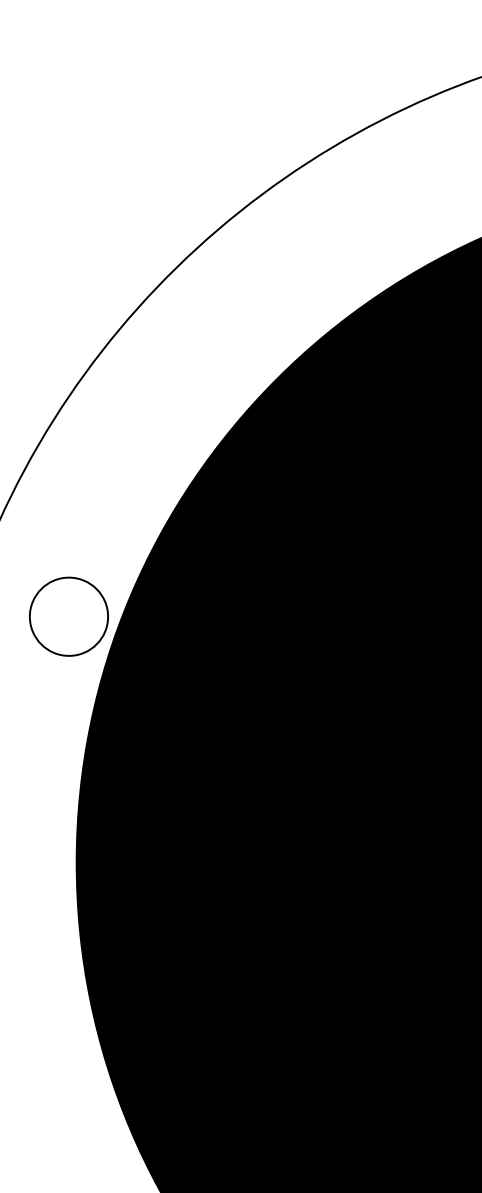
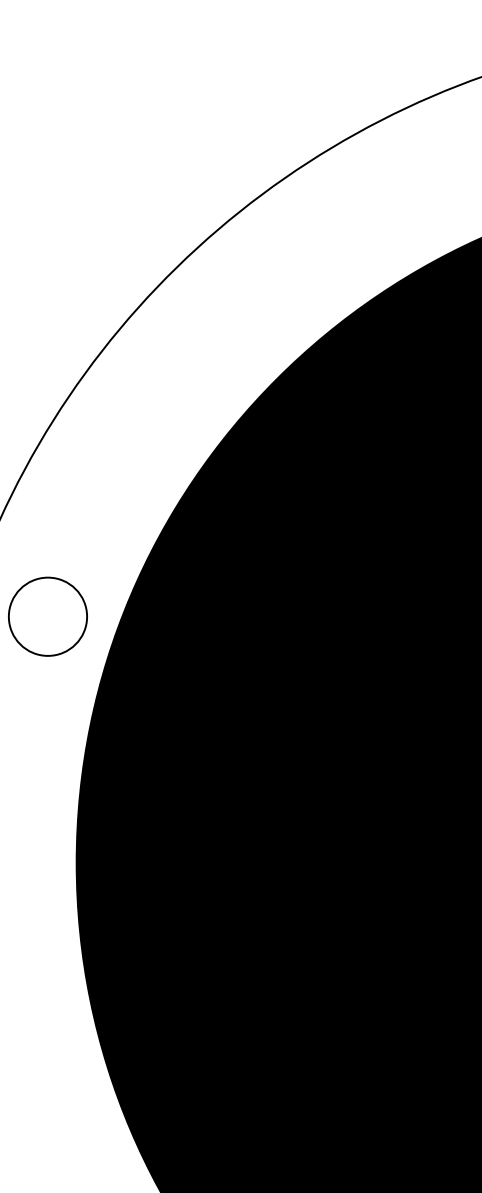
circle at (68, 616) position: (68, 616) -> (47, 616)
